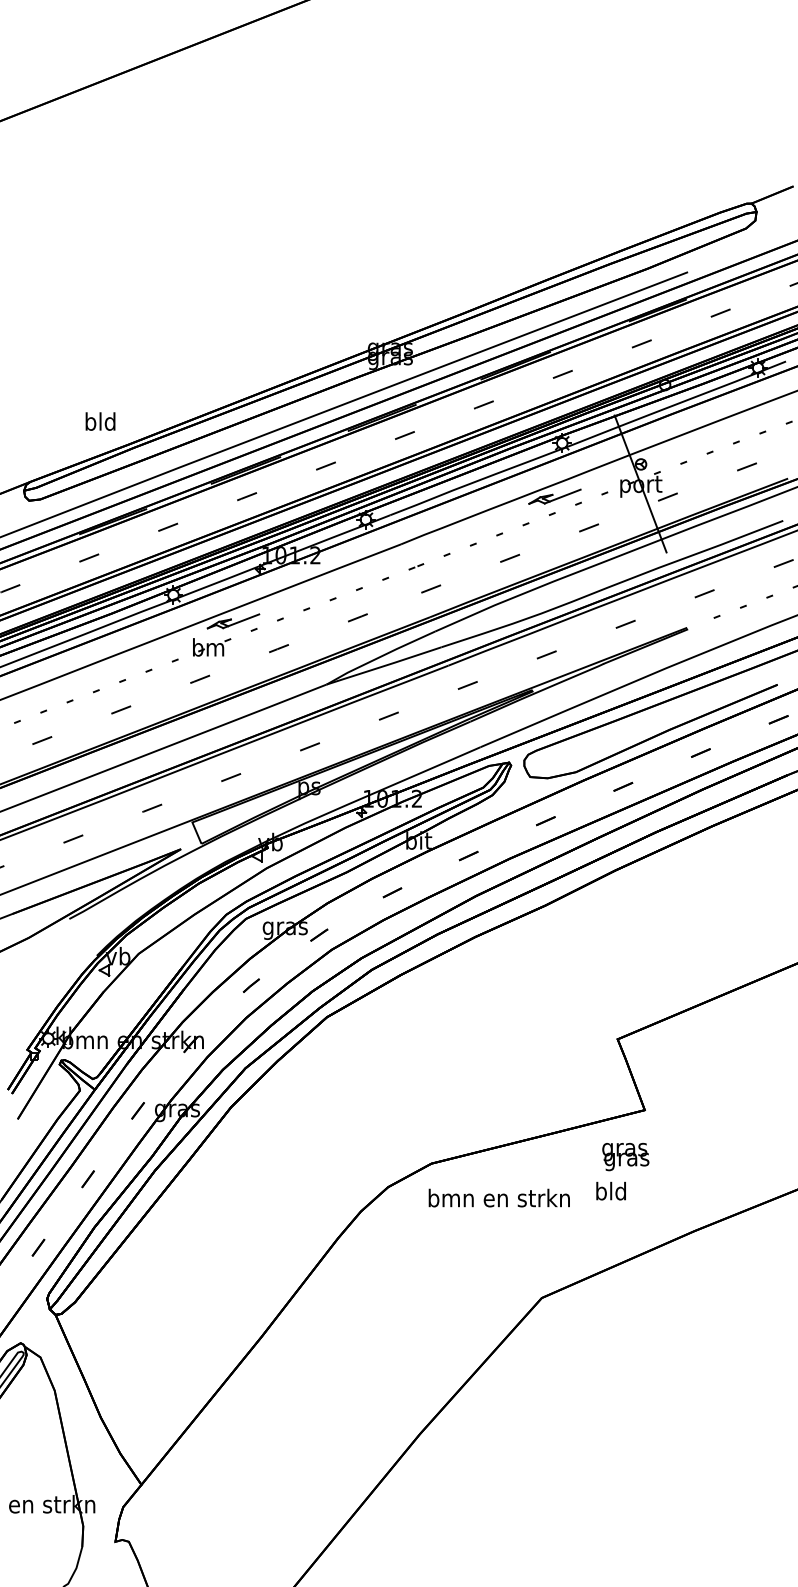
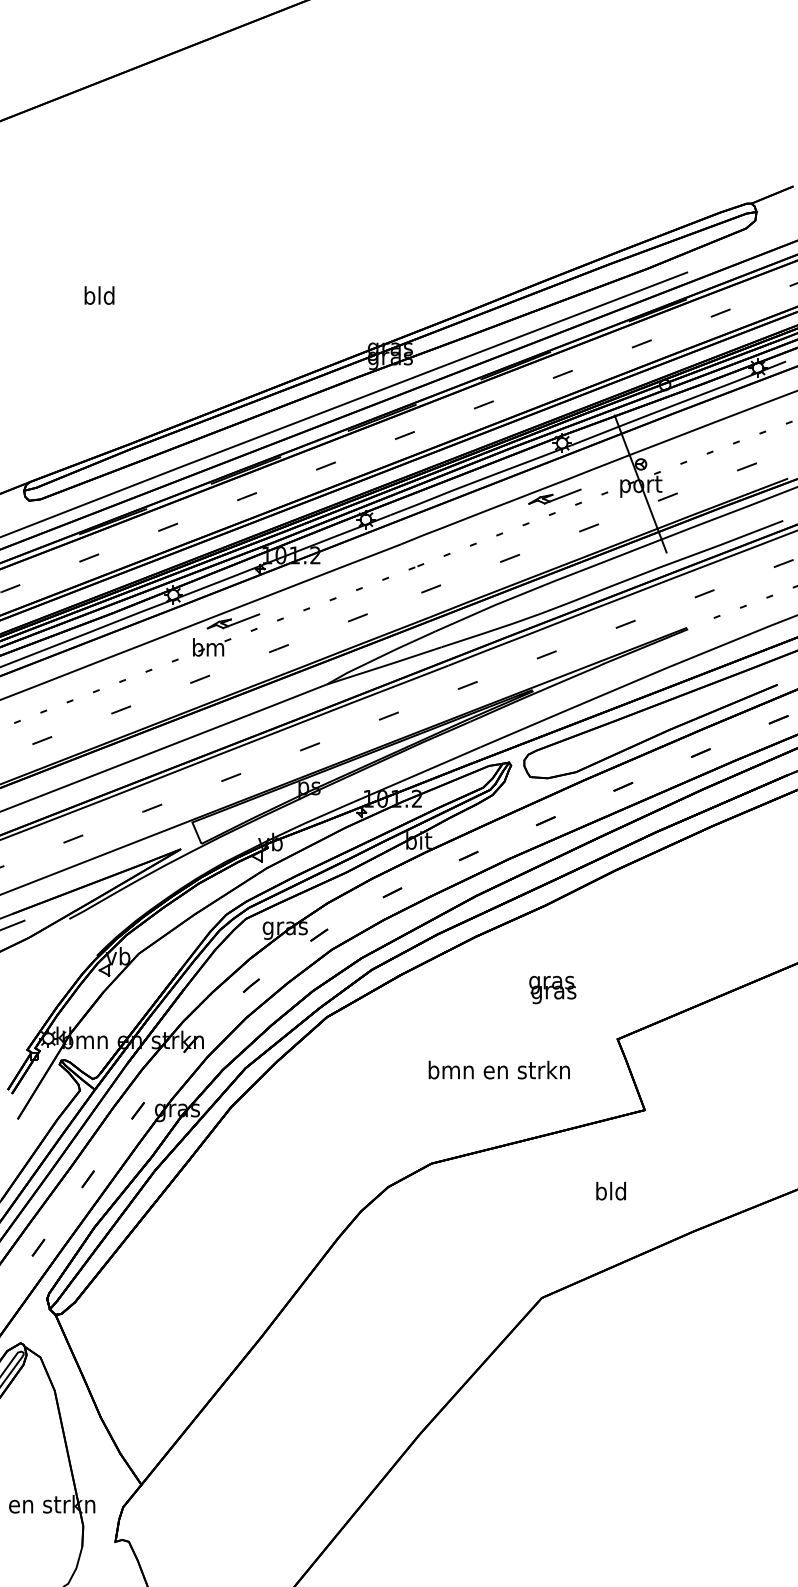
text at (100, 421) position: (100, 421) -> (99, 295)
line at (13, 924): none -> present
text at (625, 1157) position: (625, 1157) -> (552, 990)
text at (498, 1197) position: (498, 1197) -> (498, 1069)
